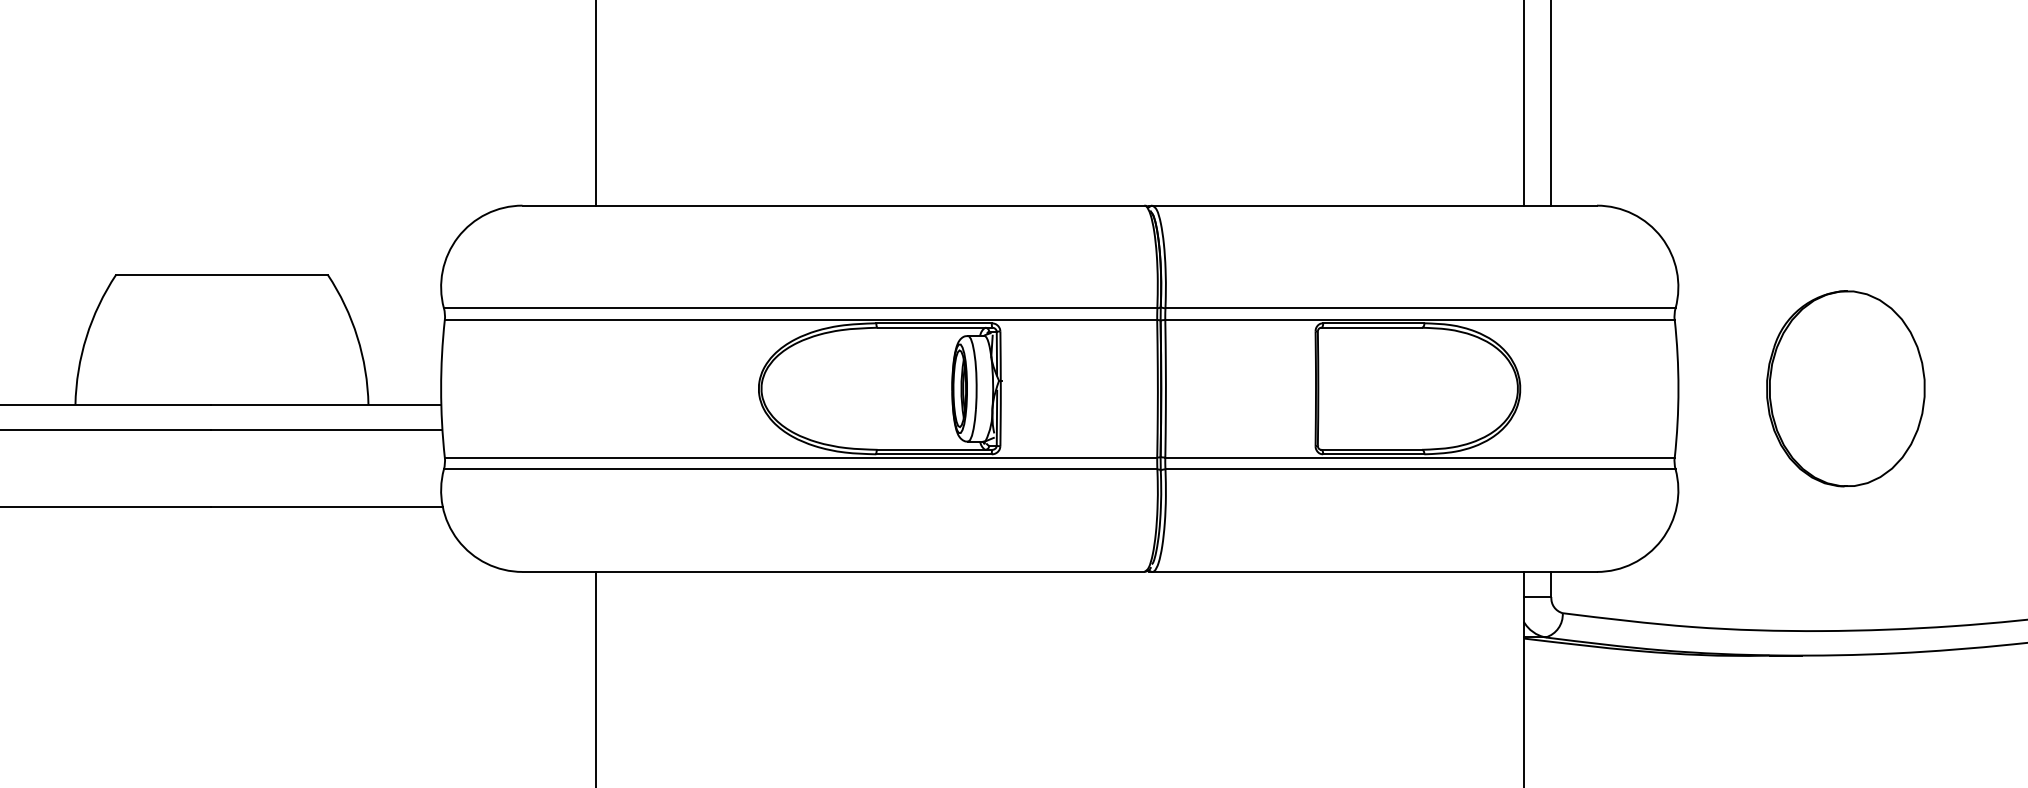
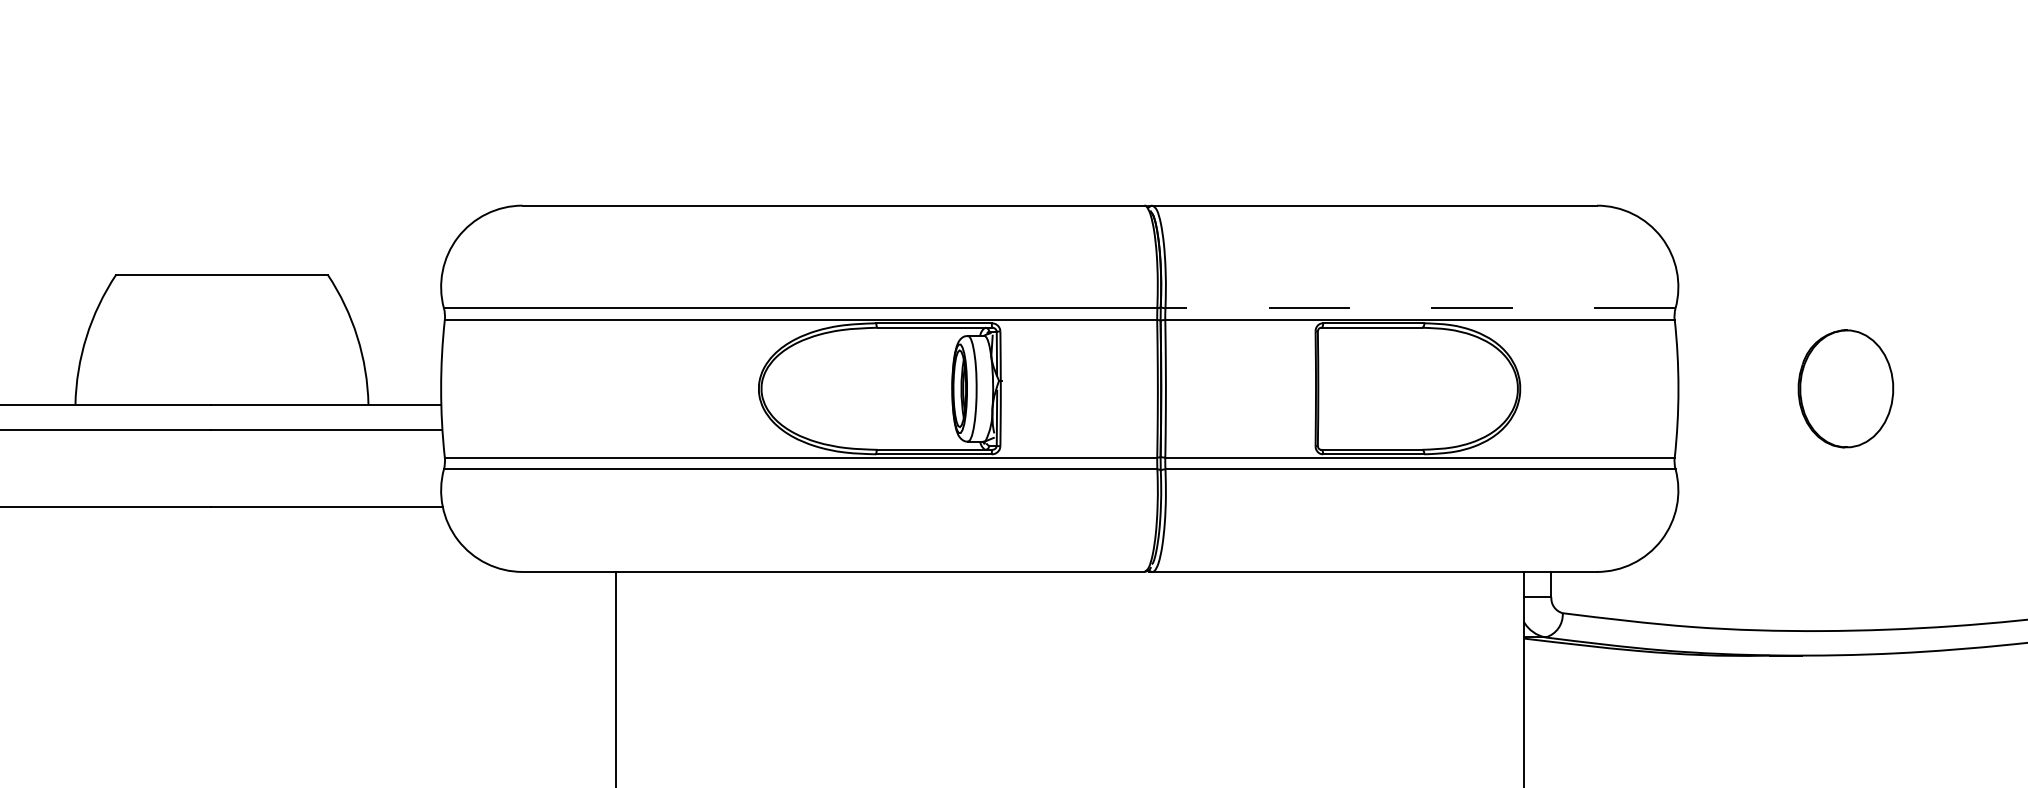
line at (595, 103): present -> none
line at (1523, 103): present -> none
line at (1551, 103): present -> none
line at (1420, 308): solid -> dashed
part at (1845, 388) size: 160x198 px -> 98x120 px
line at (595, 677) position: (595, 677) -> (615, 677)
